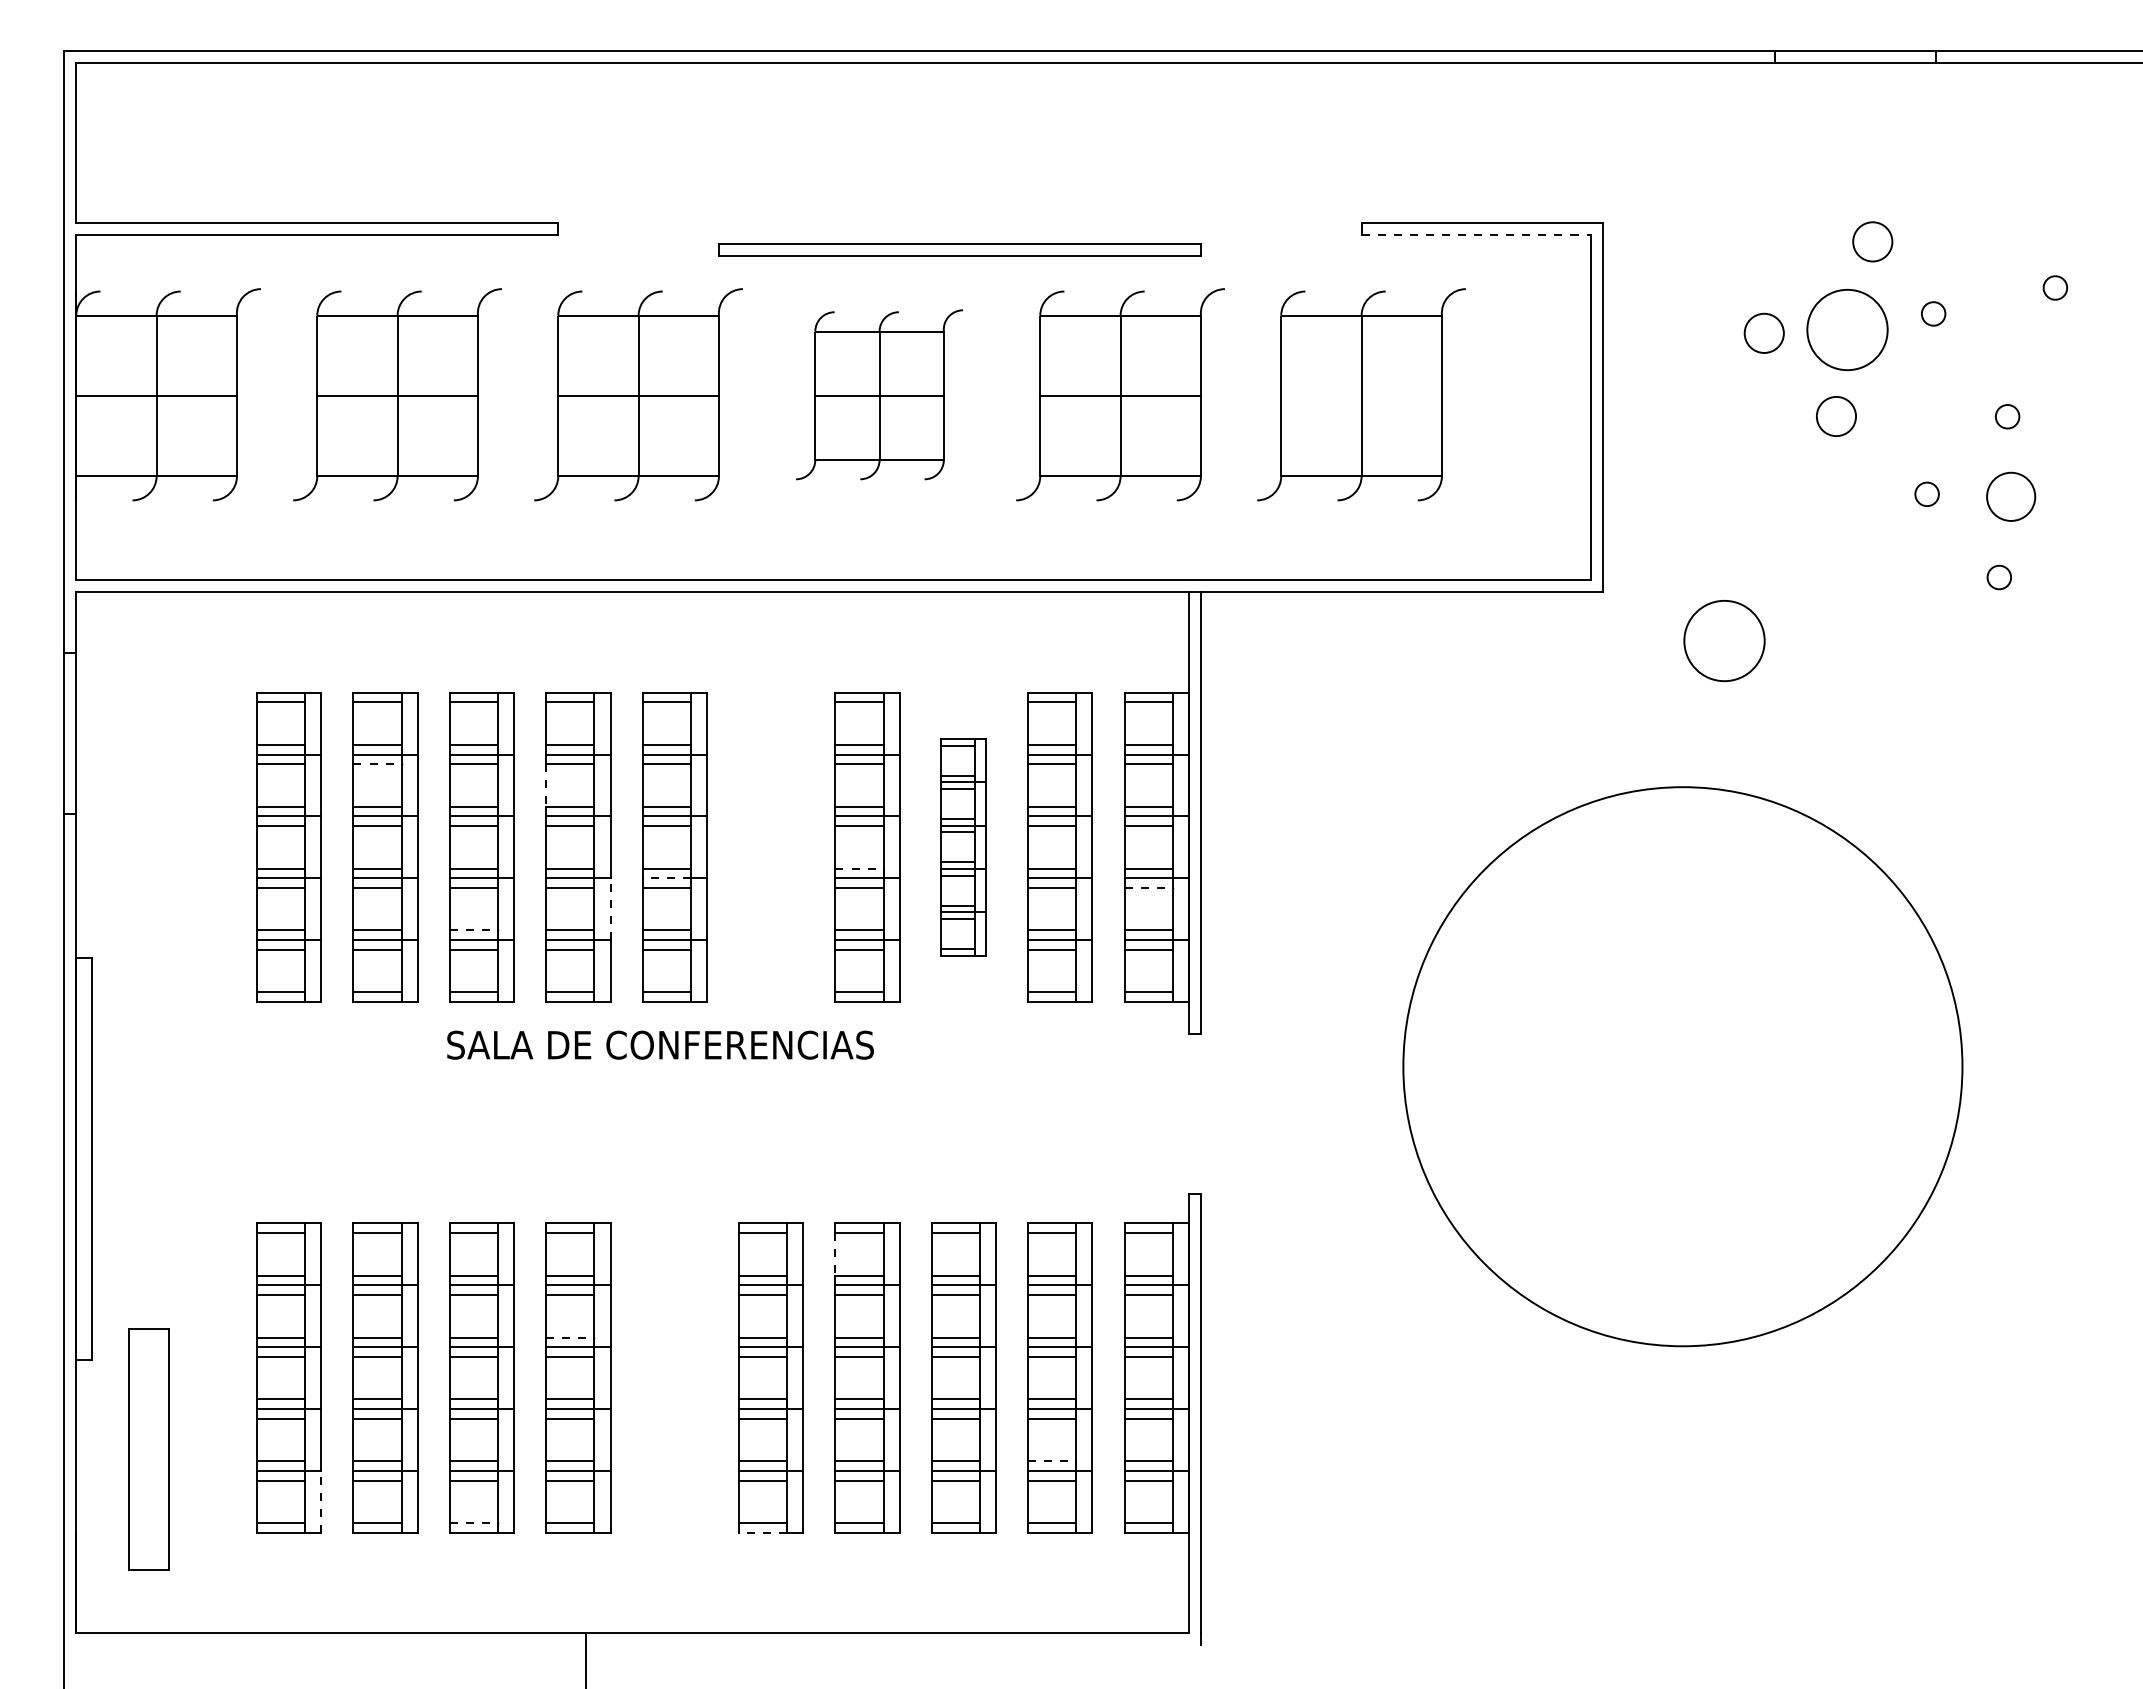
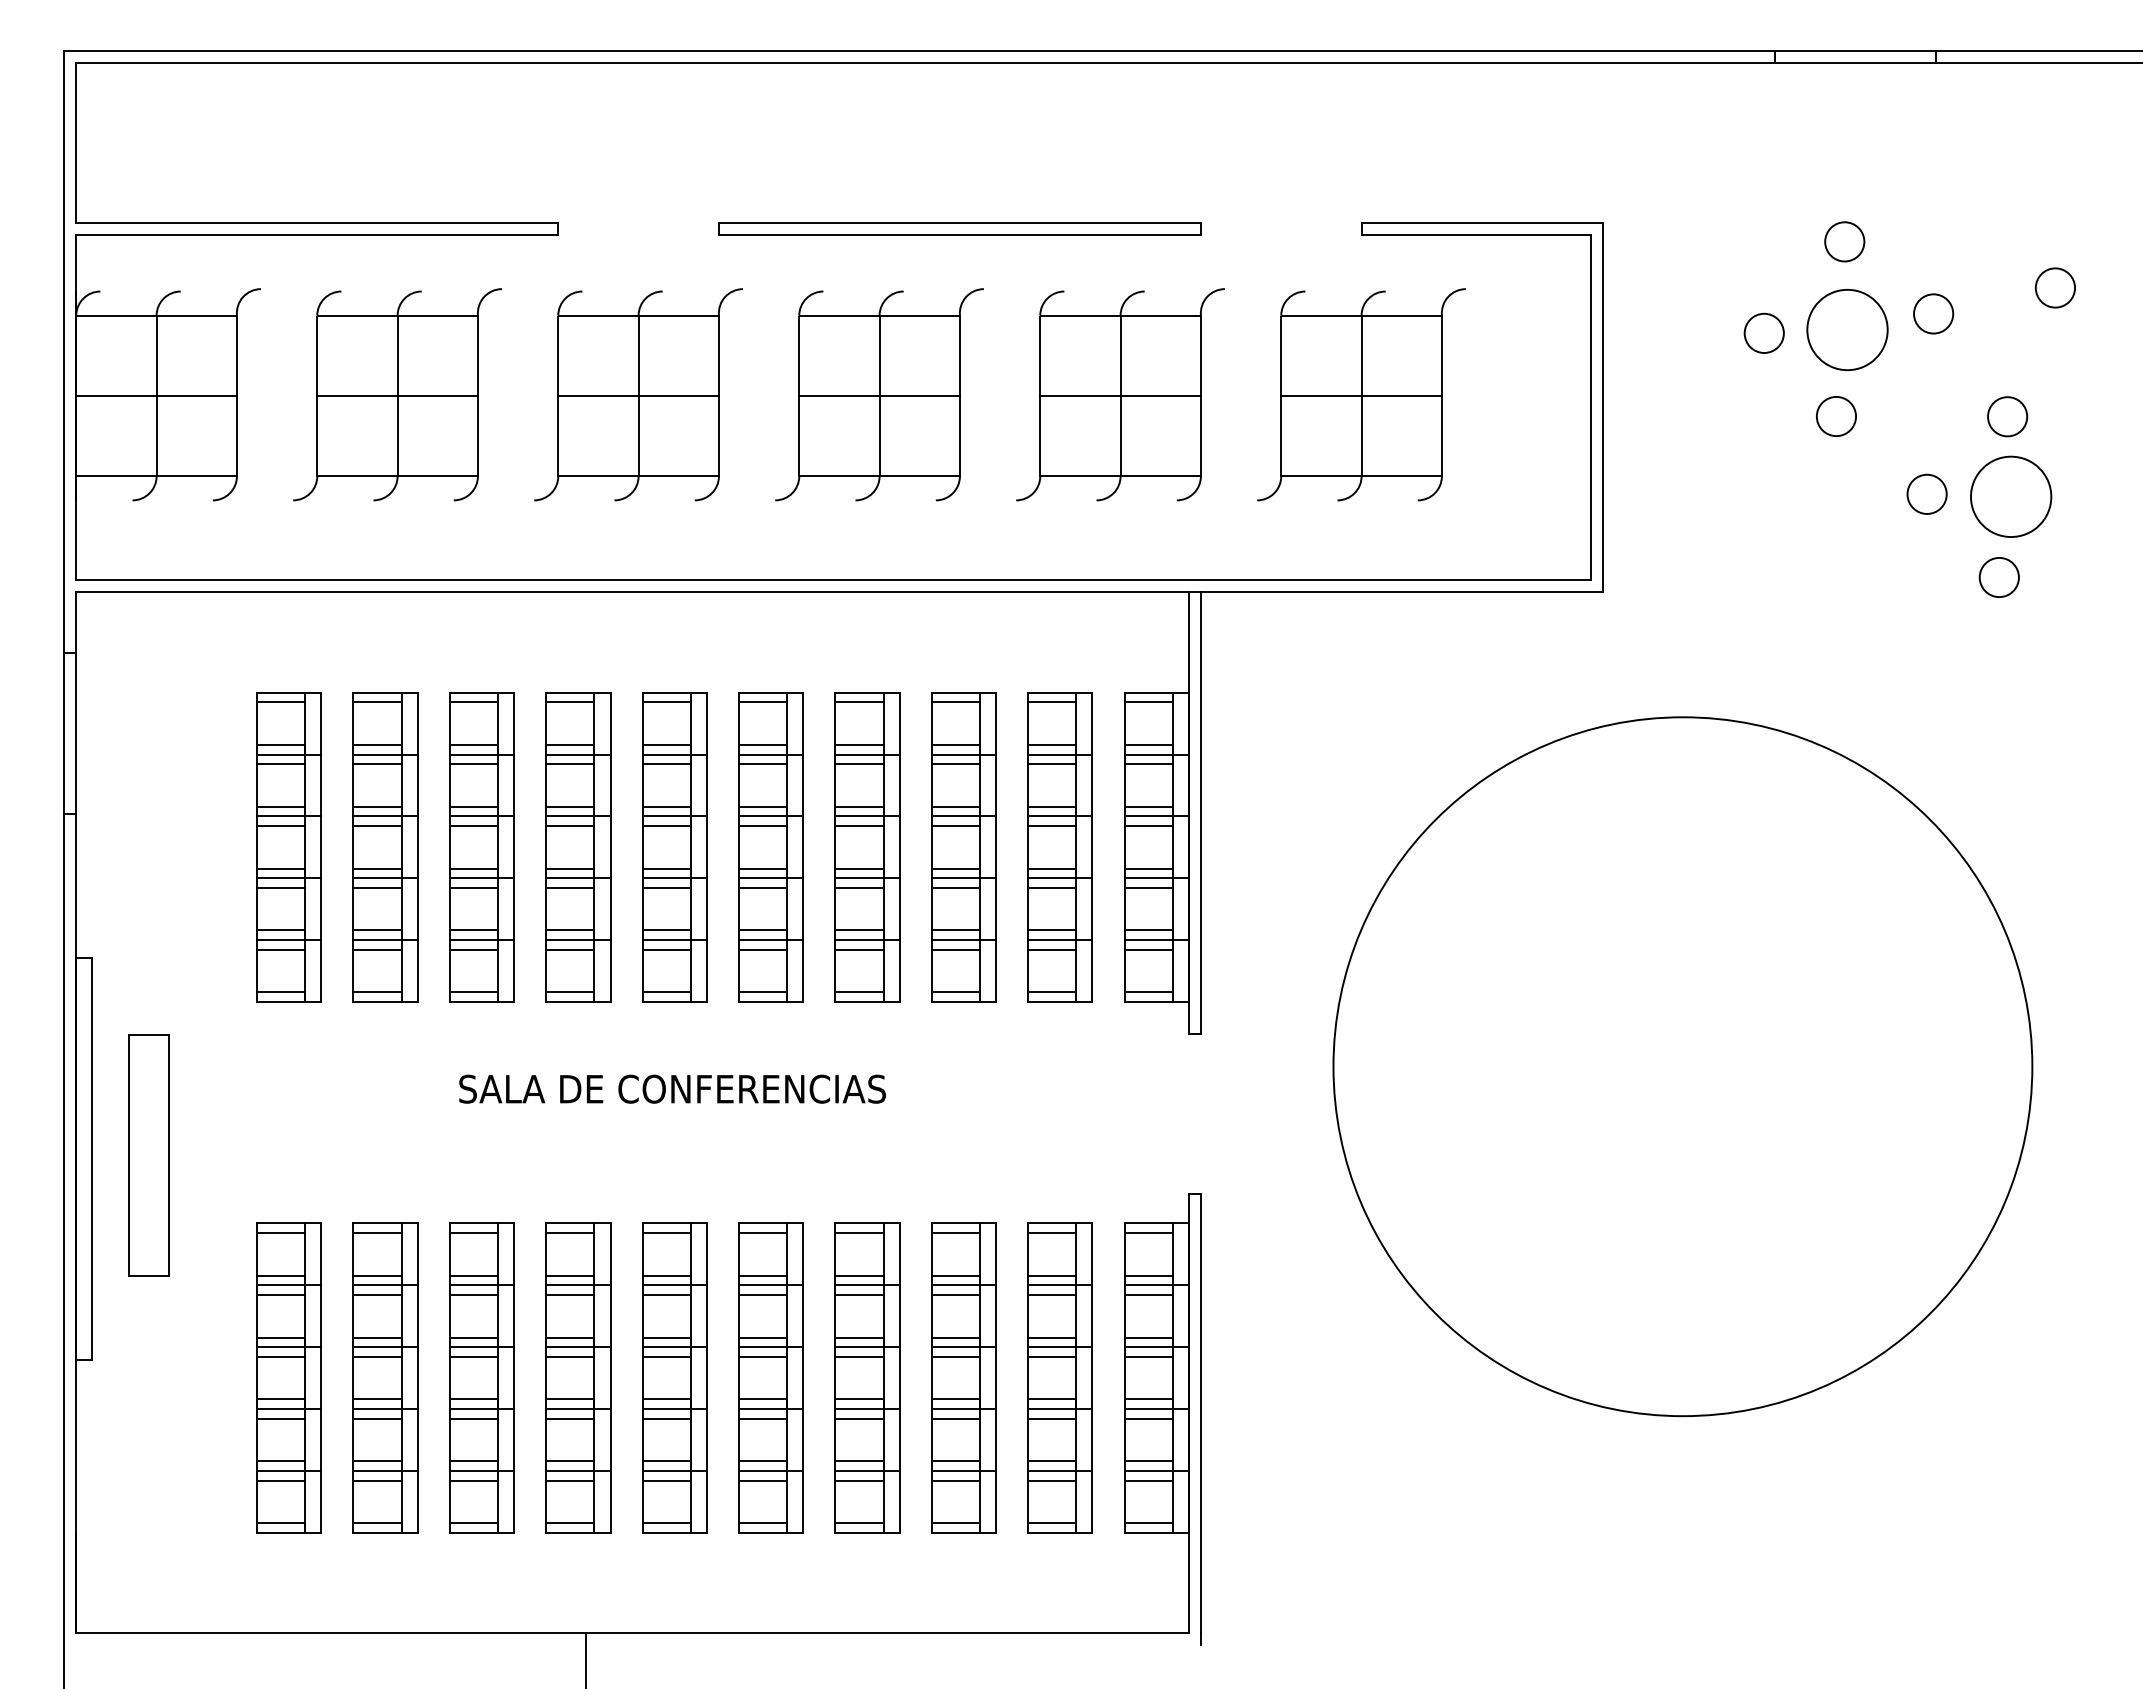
line at (1476, 235): dashed -> solid
circle at (1872, 241) position: (1872, 241) -> (1844, 241)
part at (959, 249) position: (959, 249) -> (959, 228)
circle at (2055, 287) diameter: 24 px -> 39 px
circle at (1933, 313) diameter: 24 px -> 39 px
part at (879, 394) size: 167x172 px -> 209x214 px
line at (1361, 395): none -> present
circle at (2007, 416) diameter: 24 px -> 39 px
circle at (1926, 494) diameter: 24 px -> 39 px
circle at (2011, 496) diameter: 48 px -> 80 px
circle at (1999, 577) diameter: 24 px -> 39 px
circle at (1724, 641): present -> none
line at (378, 764): dashed -> solid
line at (546, 785): dashed -> solid
part at (770, 847): none -> present
part at (963, 847) size: 47x219 px -> 66x311 px
line at (860, 868): dashed -> solid
line at (666, 878): dashed -> solid
line at (1149, 887): dashed -> solid
line at (610, 909): dashed -> solid
line at (474, 930): dashed -> solid
text at (660, 1044) position: (660, 1044) -> (672, 1088)
circle at (1682, 1066) diameter: 559 px -> 699 px
line at (835, 1254): dashed -> solid
line at (570, 1337): dashed -> solid
part at (674, 1377): none -> present
part at (148, 1449) position: (148, 1449) -> (148, 1155)
line at (1052, 1461): dashed -> solid
line at (321, 1501): dashed -> solid
line at (474, 1523): dashed -> solid
line at (762, 1532): dashed -> solid
